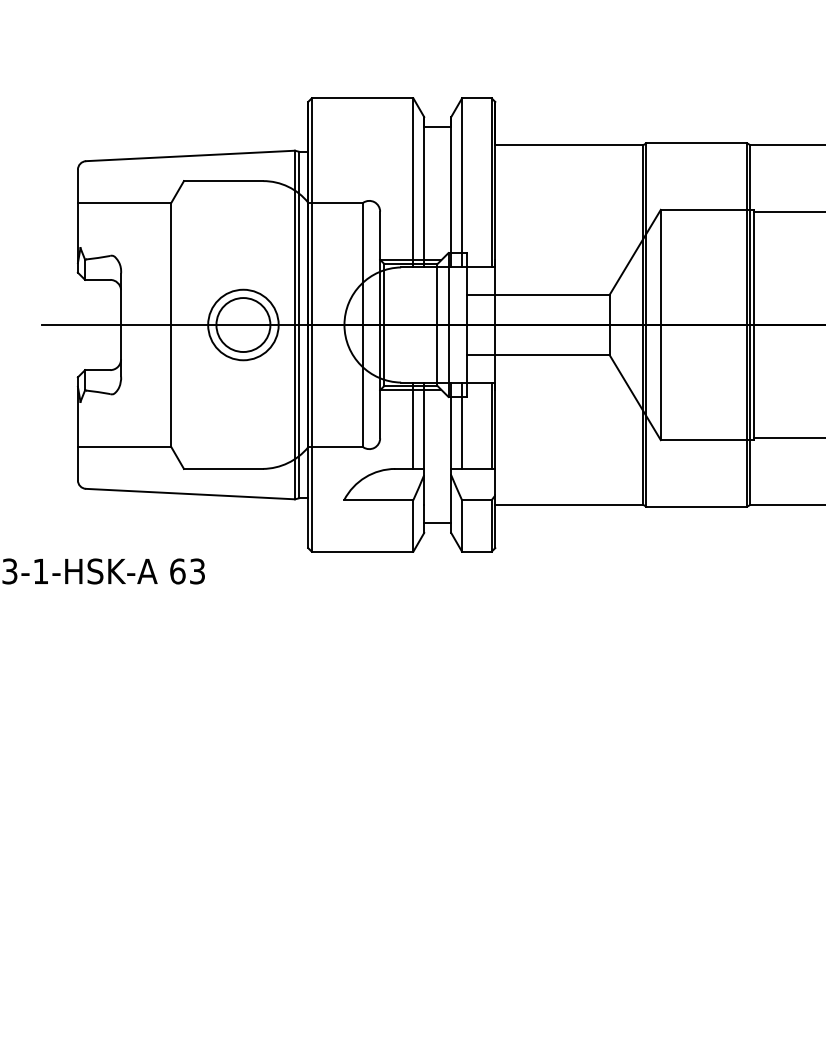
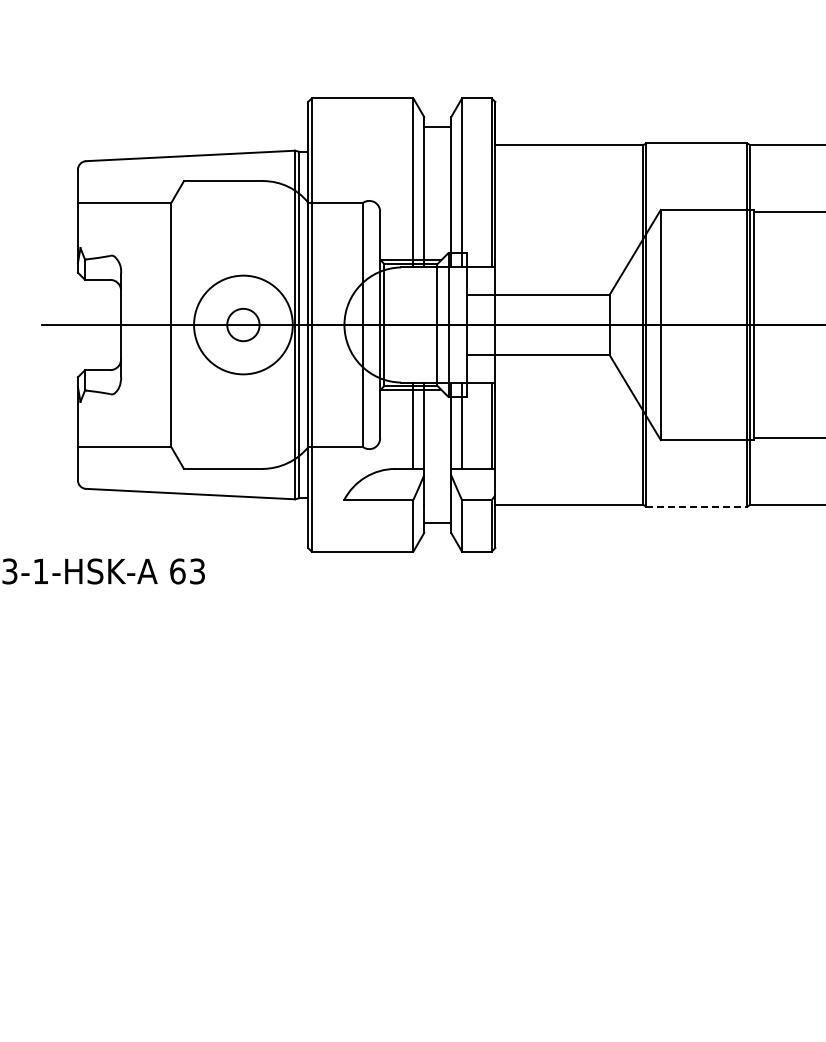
circle at (243, 324) diameter: 71 px -> 99 px
circle at (243, 325) diameter: 54 px -> 32 px
line at (697, 506): solid -> dashed
